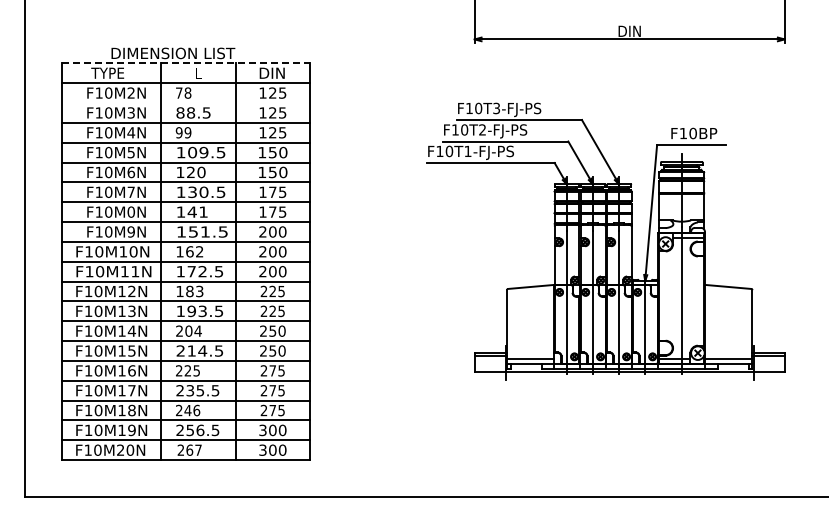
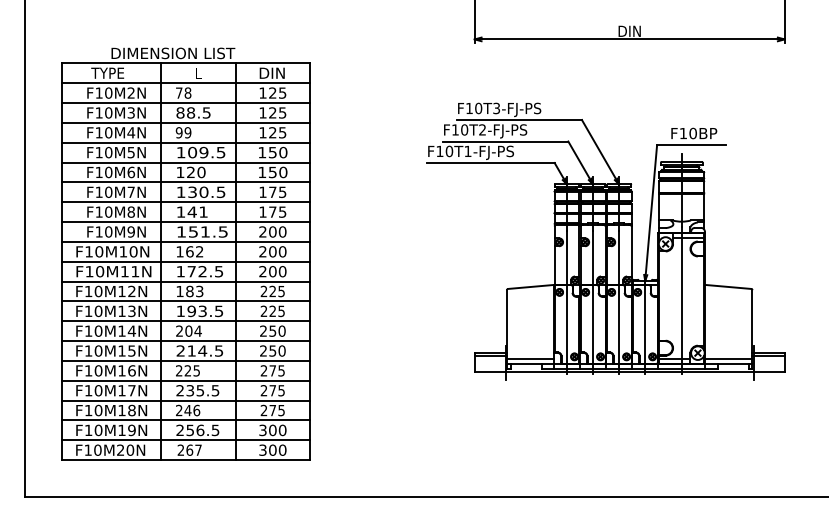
line at (186, 63): dashed -> solid
line at (186, 103): none -> present
text at (130, 211): F10M0N -> F10M8N
